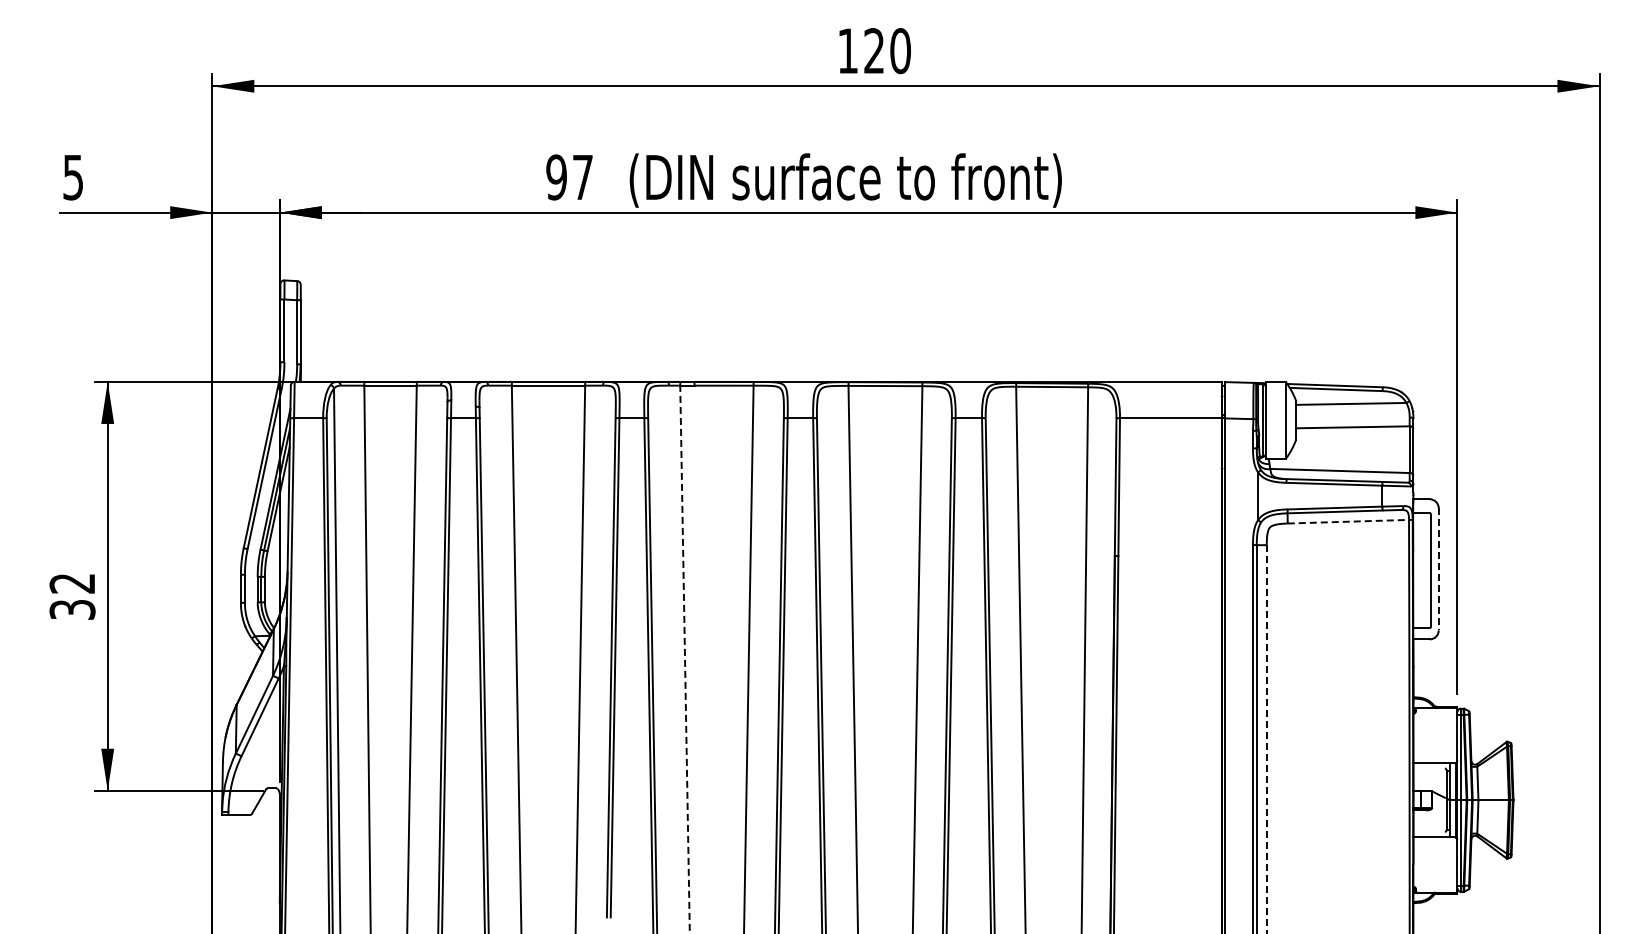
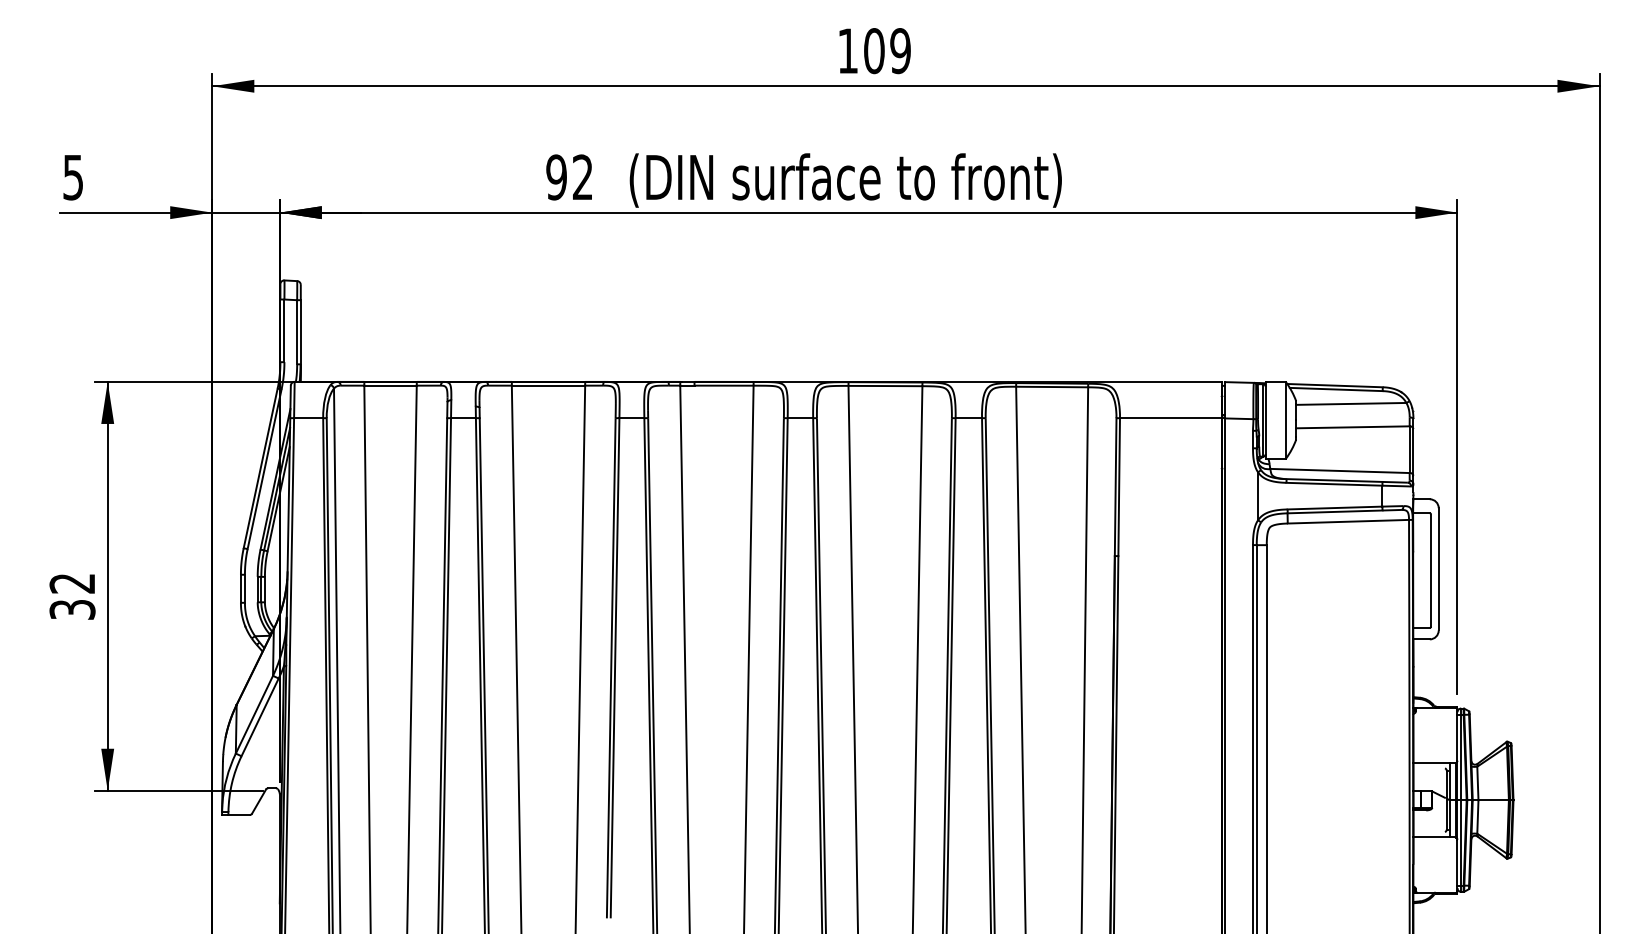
text at (887, 51): 120 -> 109
text at (582, 176): 97 -> 92
line at (1348, 521): dashed -> solid
line at (1438, 569): dashed -> solid
line at (685, 659): dashed -> solid
line at (1266, 739): dashed -> solid
